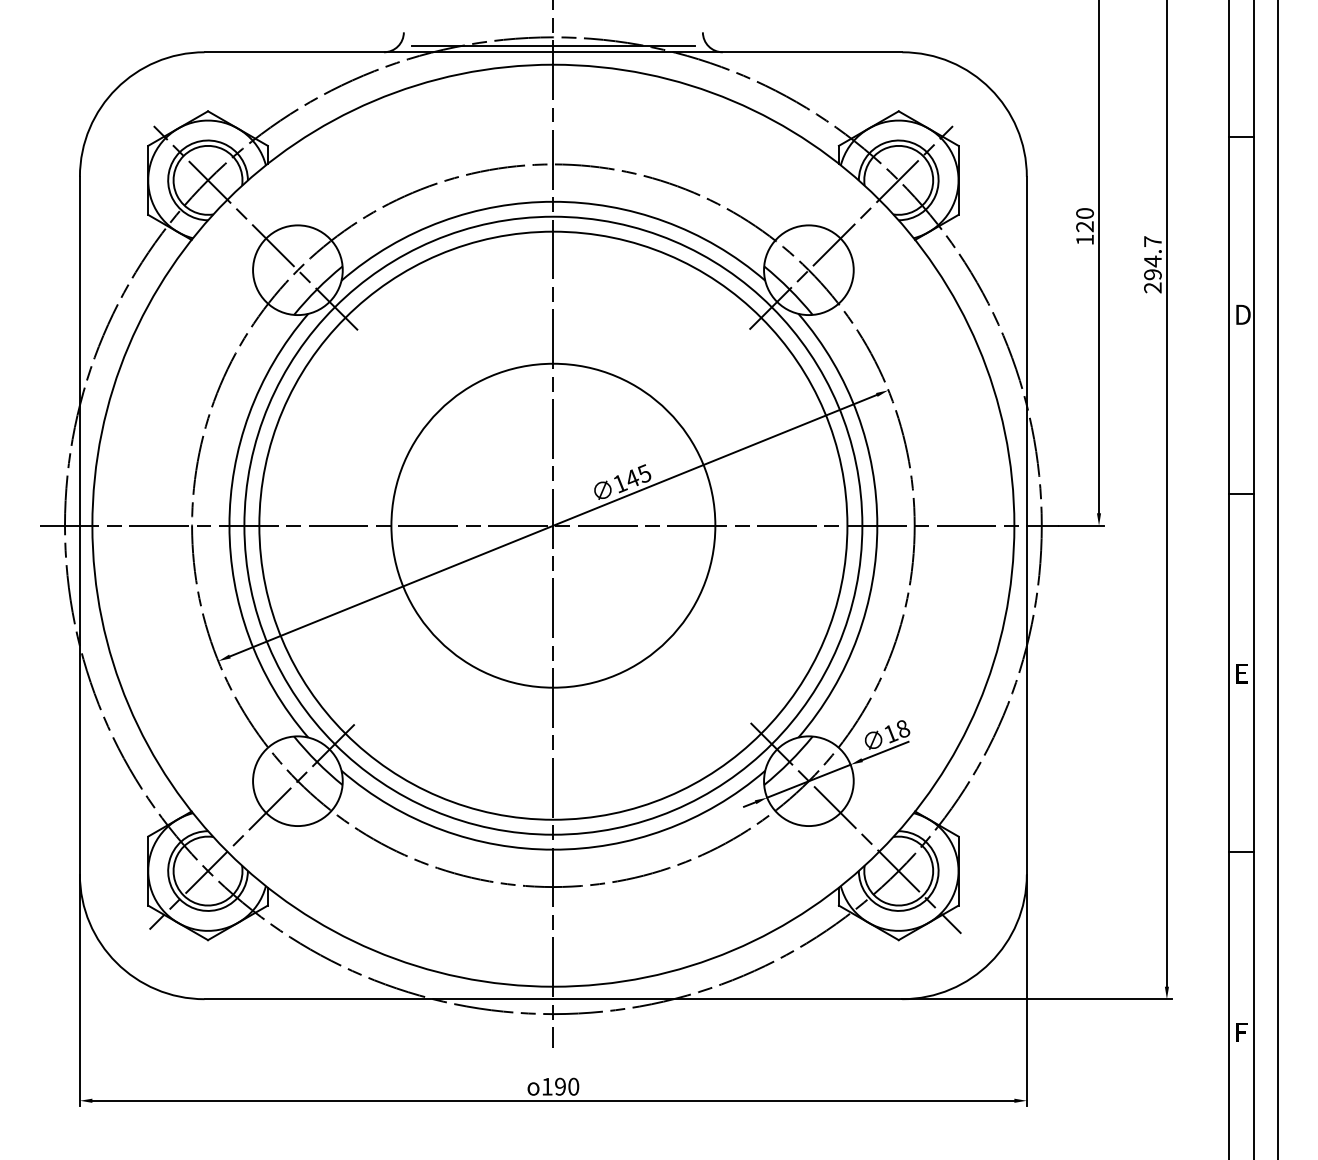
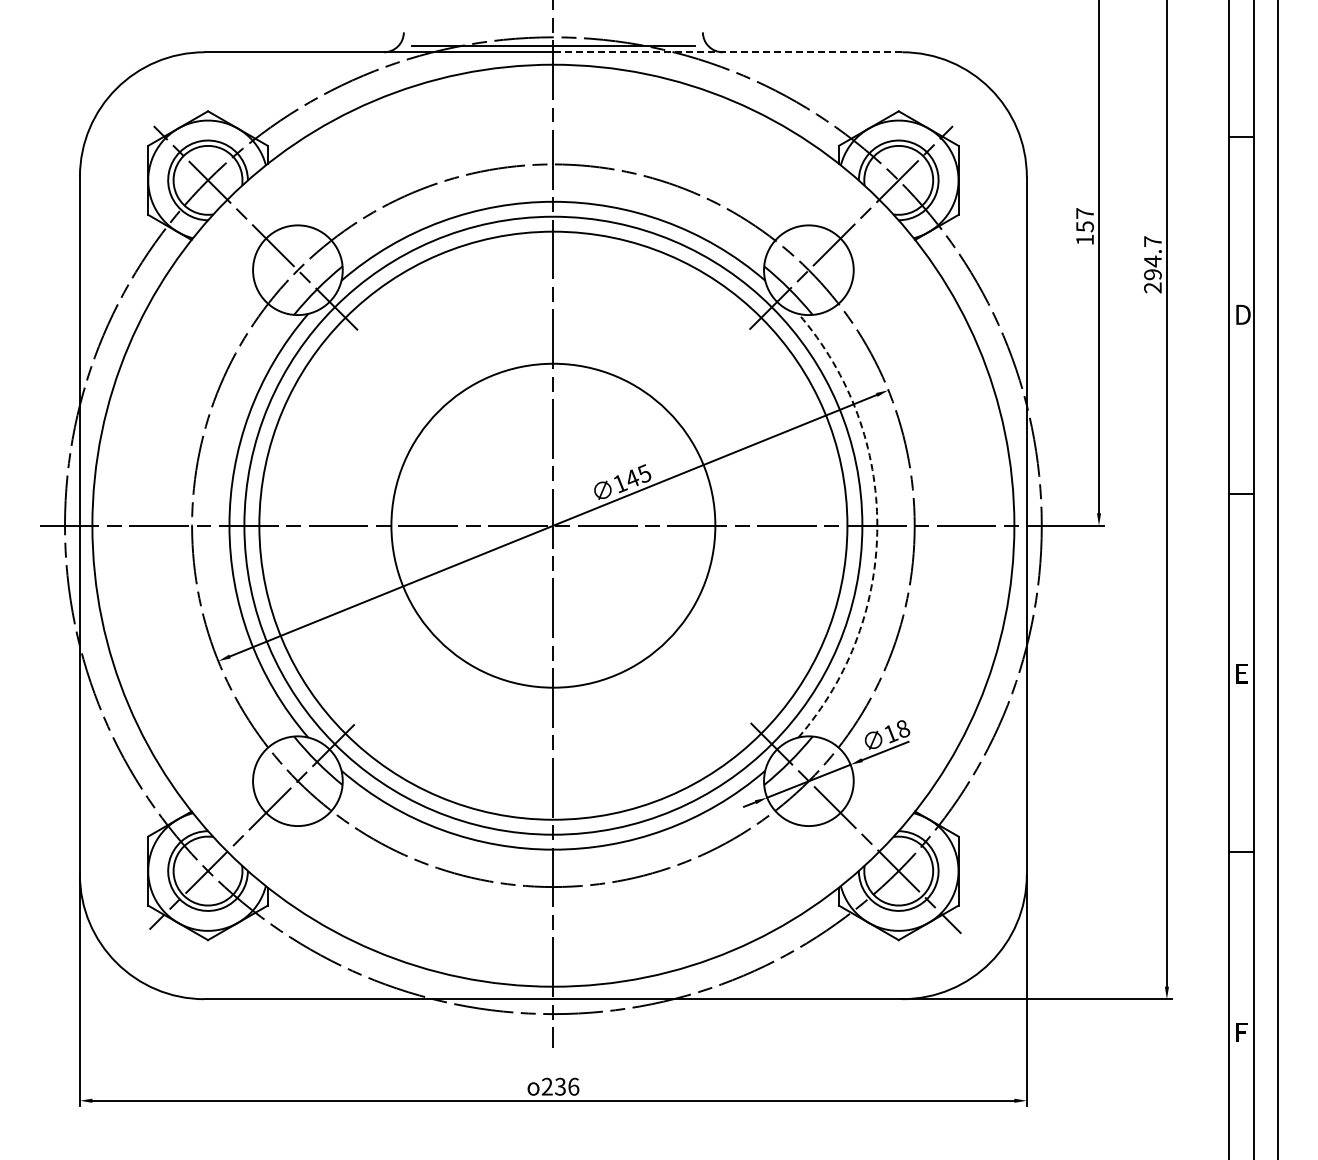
line at (727, 52): solid -> dashed
text at (1084, 220): 120 -> 157
arc at (877, 525): solid -> dashed
text at (560, 1086): 190 -> 236
